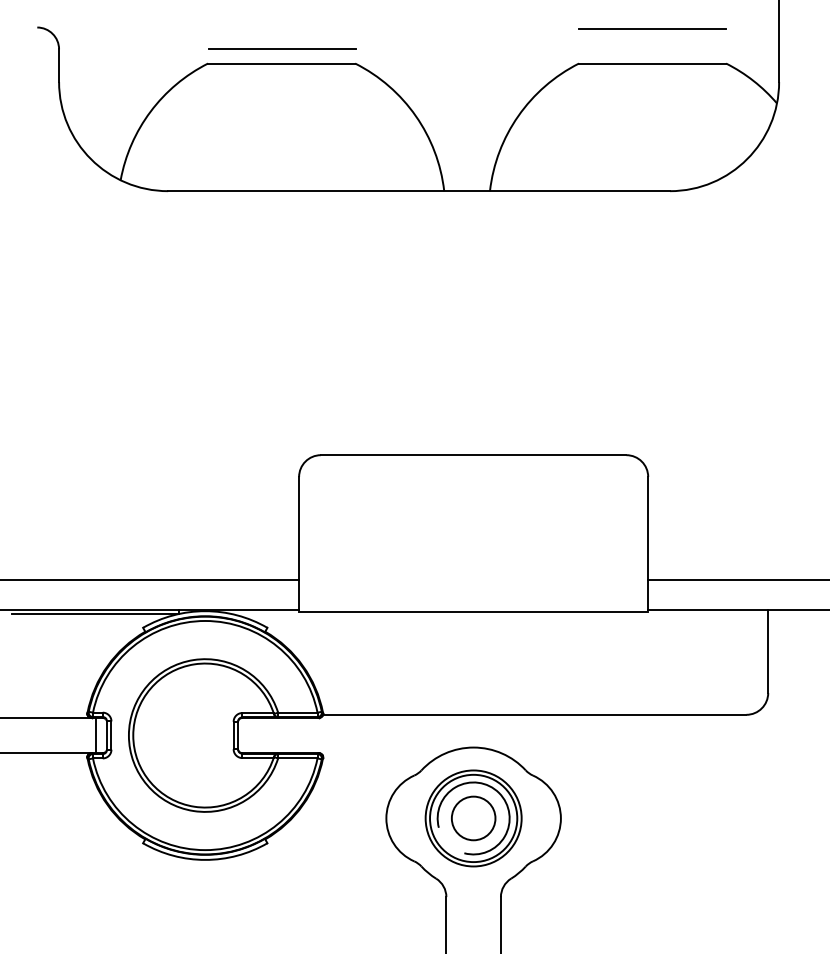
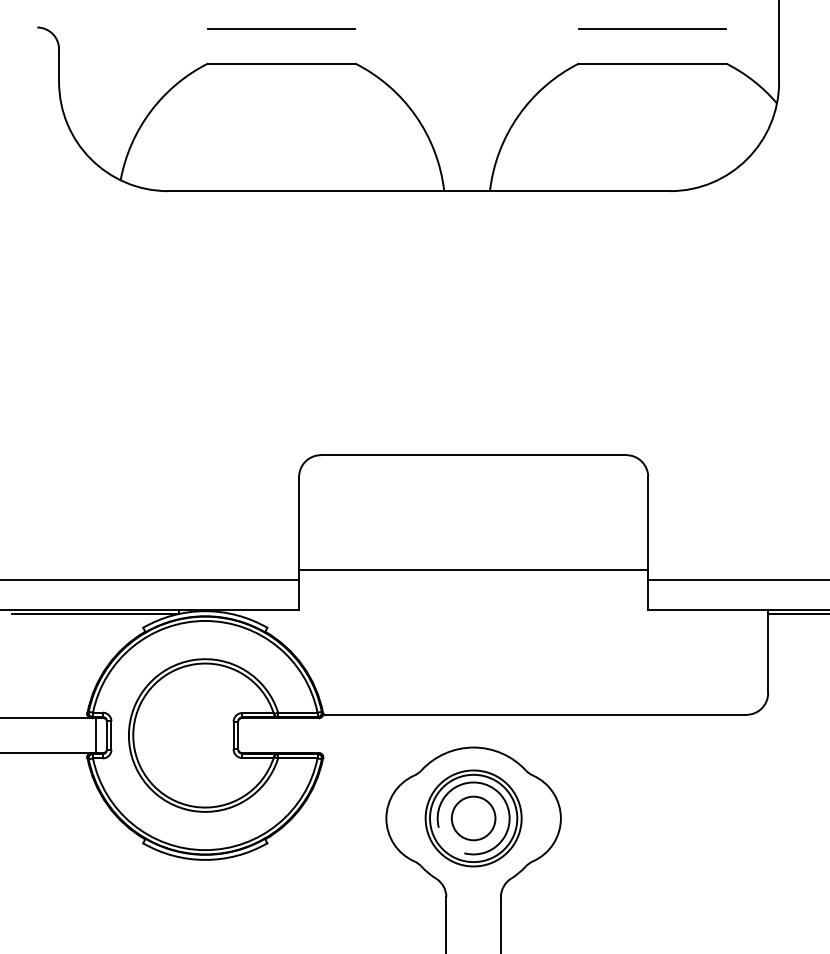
line at (282, 48) position: (282, 48) -> (281, 28)
line at (473, 611) position: (473, 611) -> (473, 569)
line at (797, 614): none -> present
